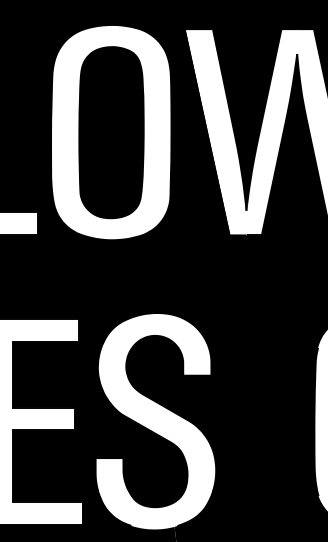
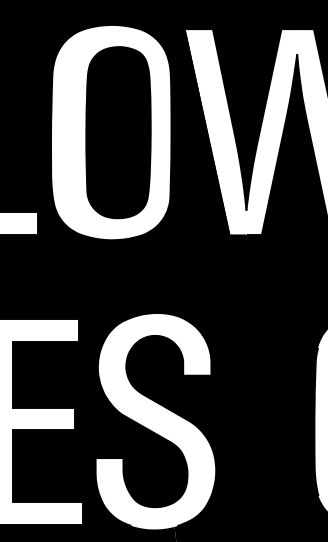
part at (111, 132) position: (111, 132) -> (118, 132)
